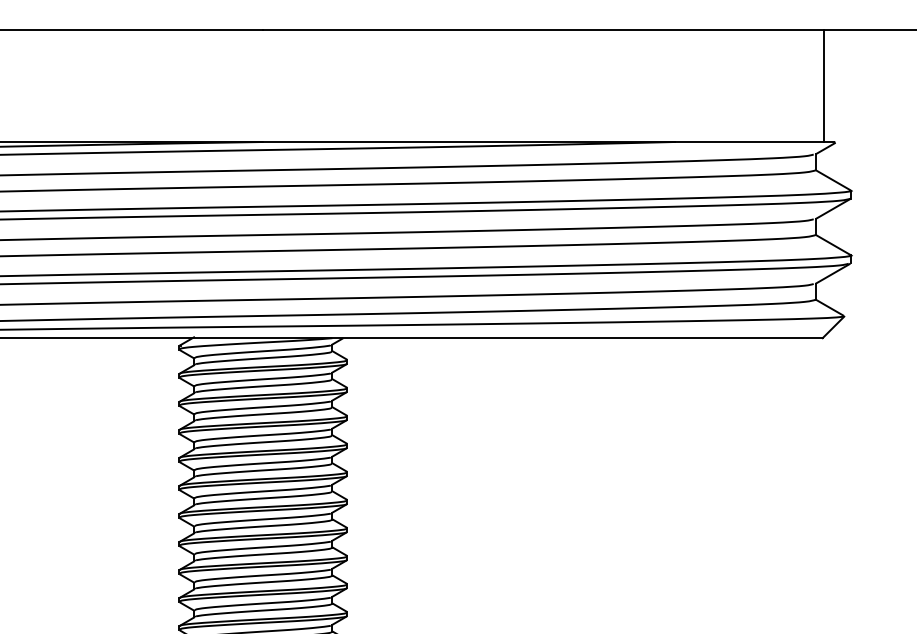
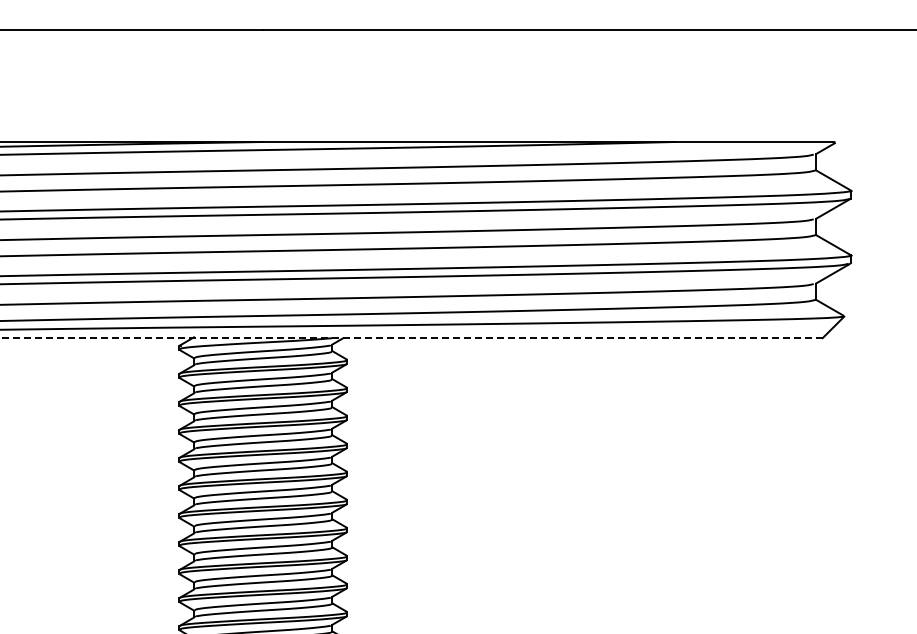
line at (823, 85): present -> none
line at (411, 338): solid -> dashed
